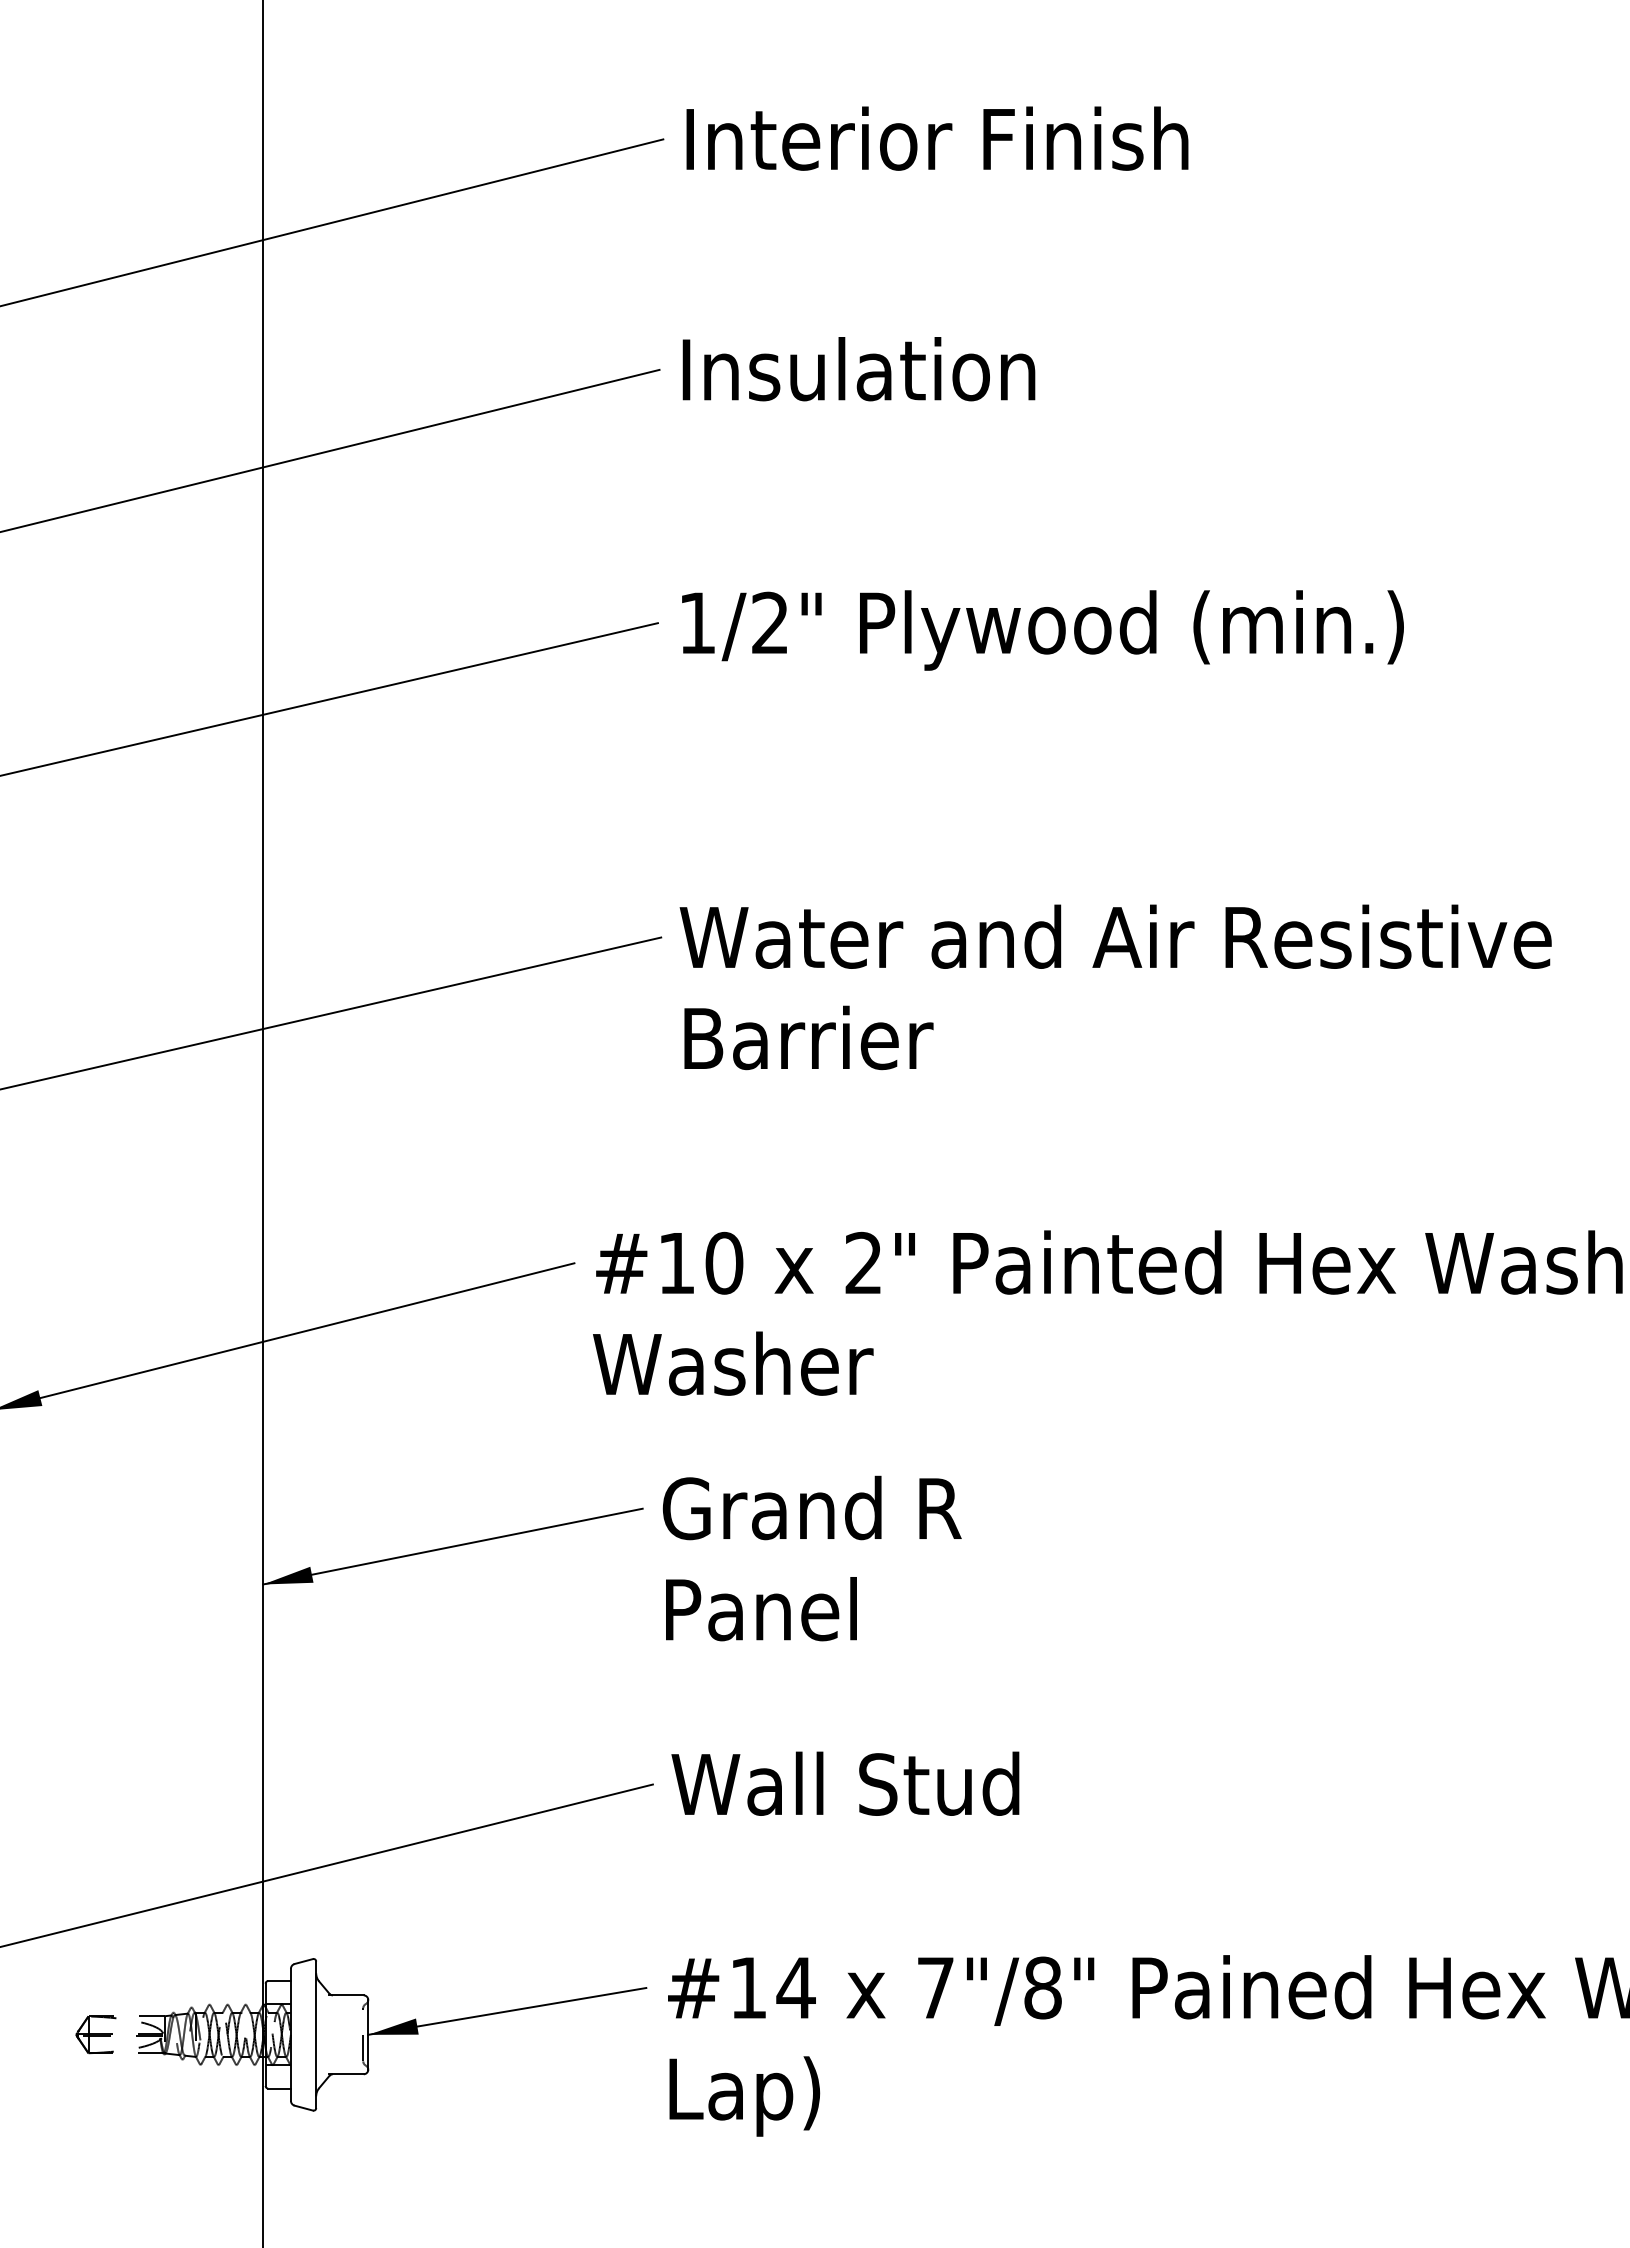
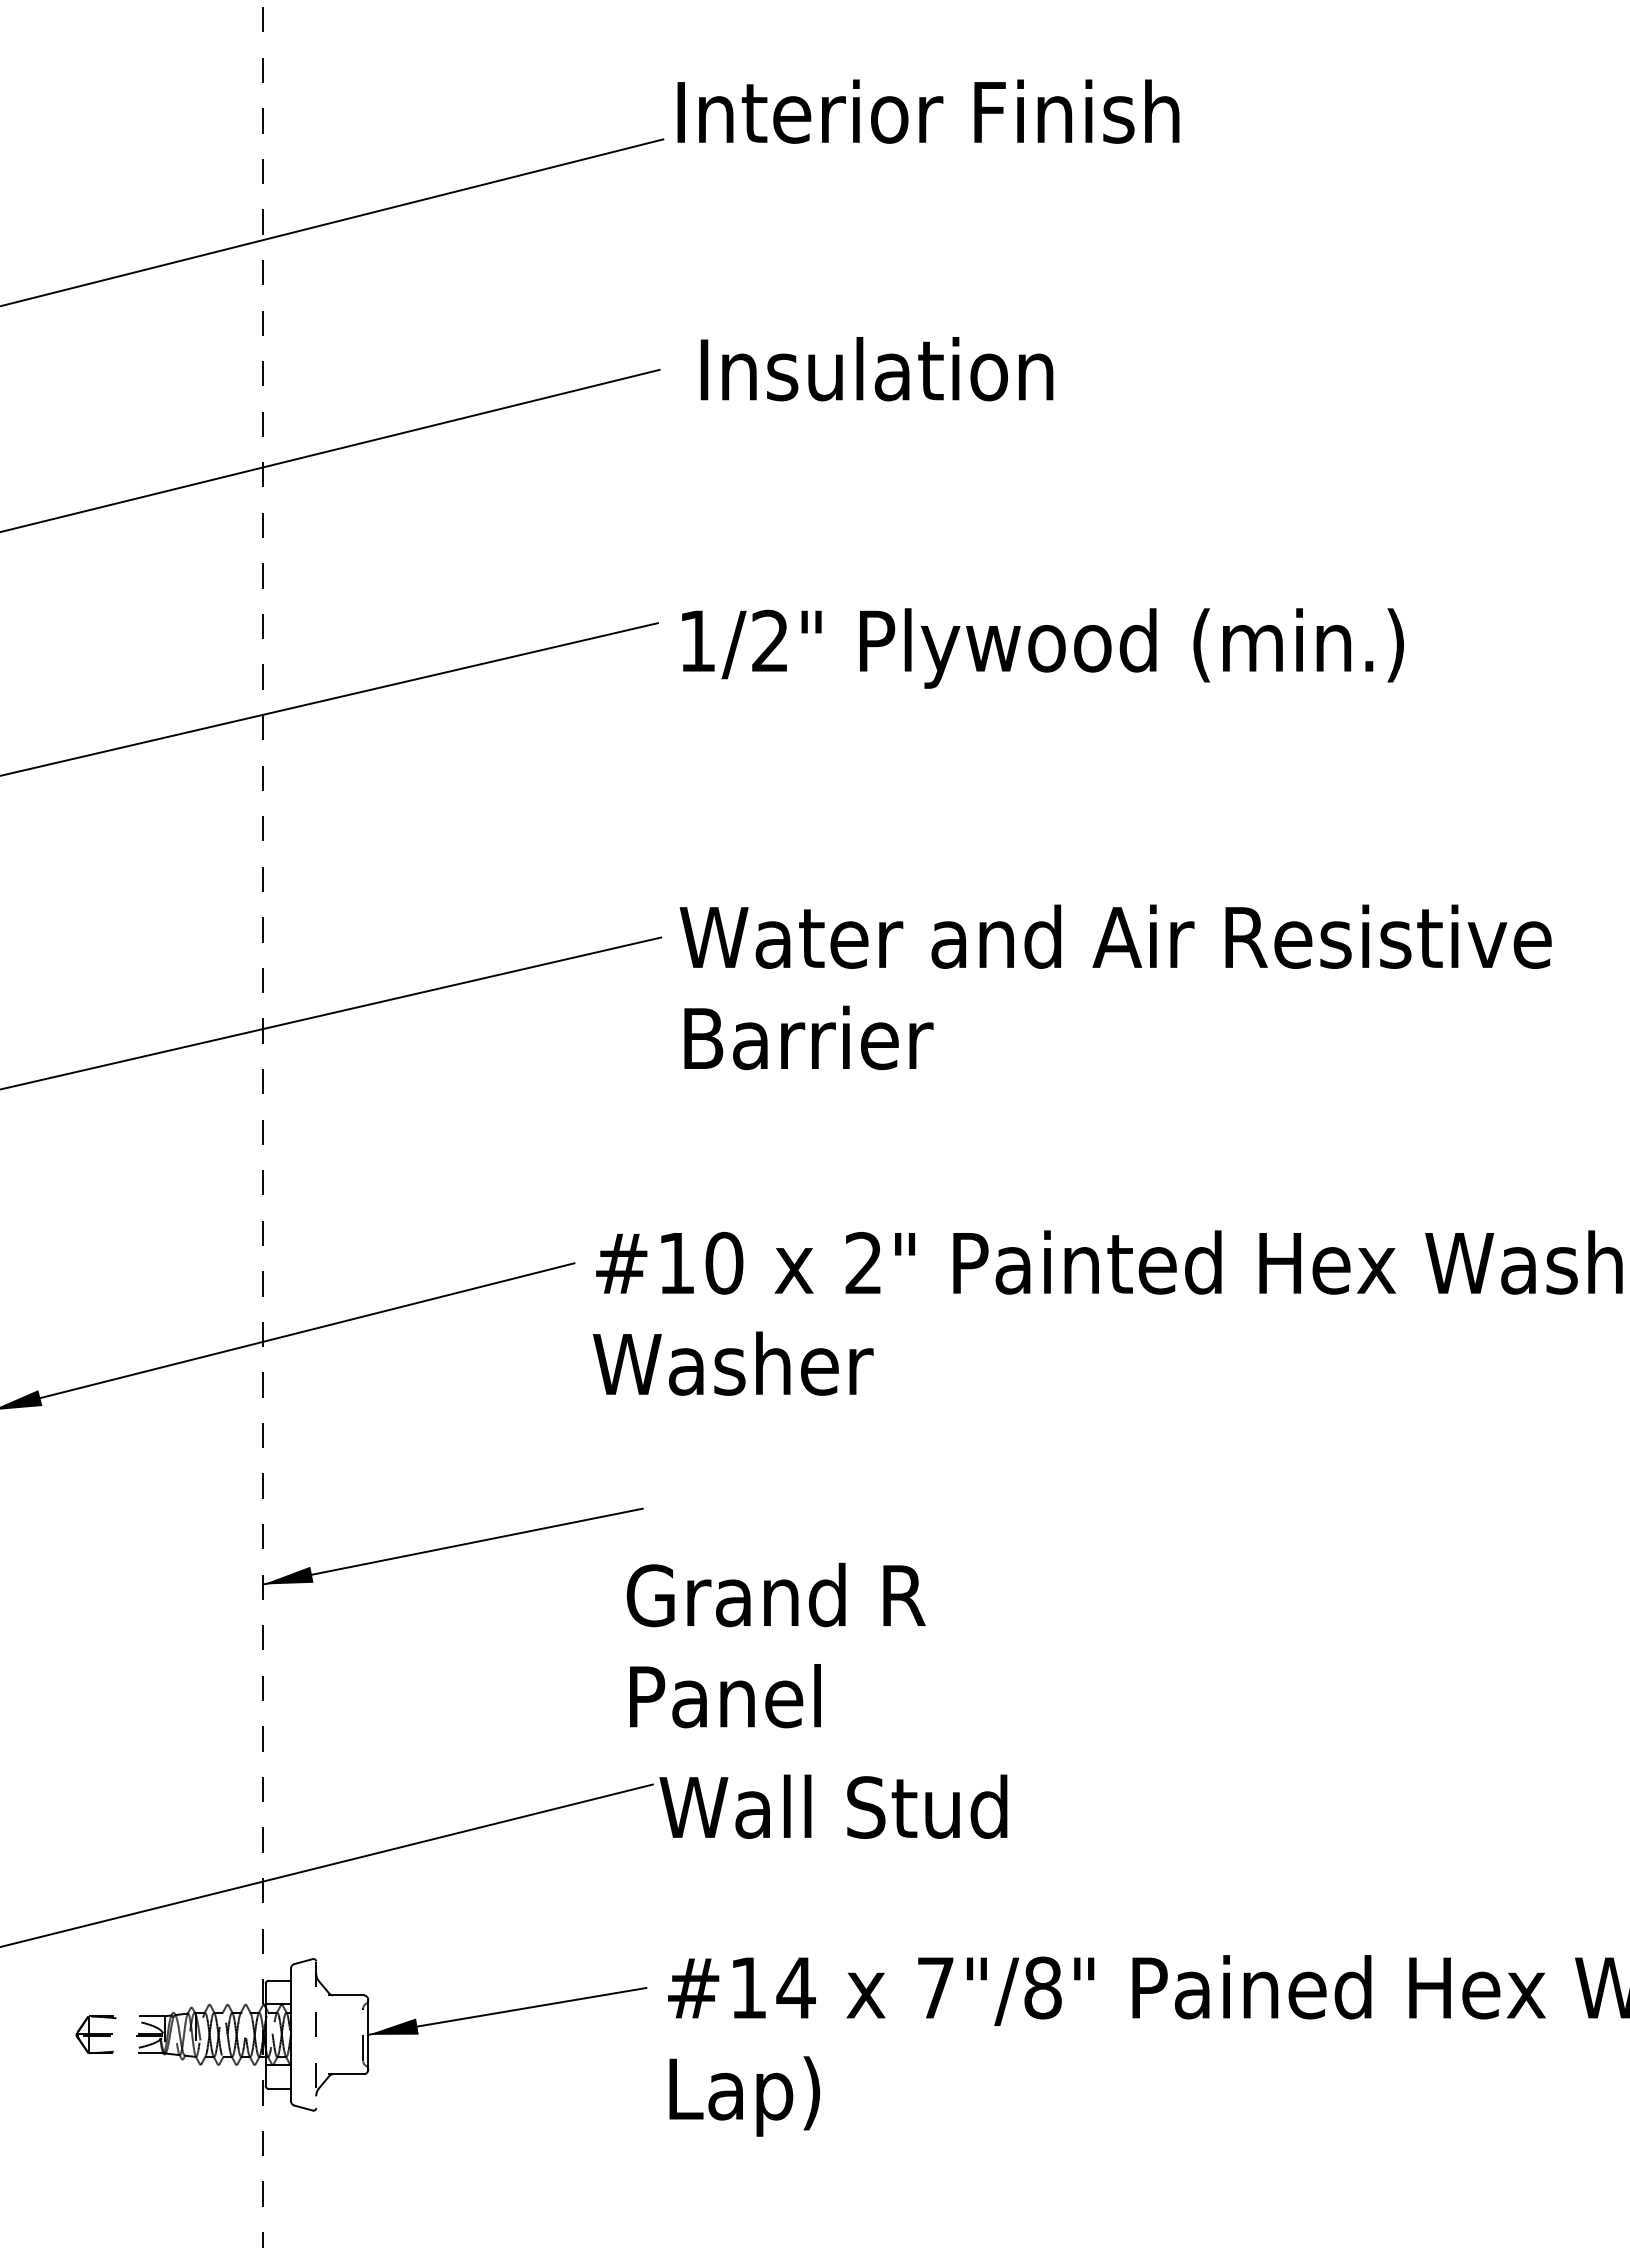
text at (937, 138) position: (937, 138) -> (928, 111)
text at (858, 369) position: (858, 369) -> (876, 369)
text at (1042, 630) position: (1042, 630) -> (1042, 648)
line at (263, 1124): solid -> dashed
text at (811, 1558) position: (811, 1558) -> (775, 1645)
text at (845, 1783) position: (845, 1783) -> (833, 1806)
line at (316, 2035): solid -> dashed
